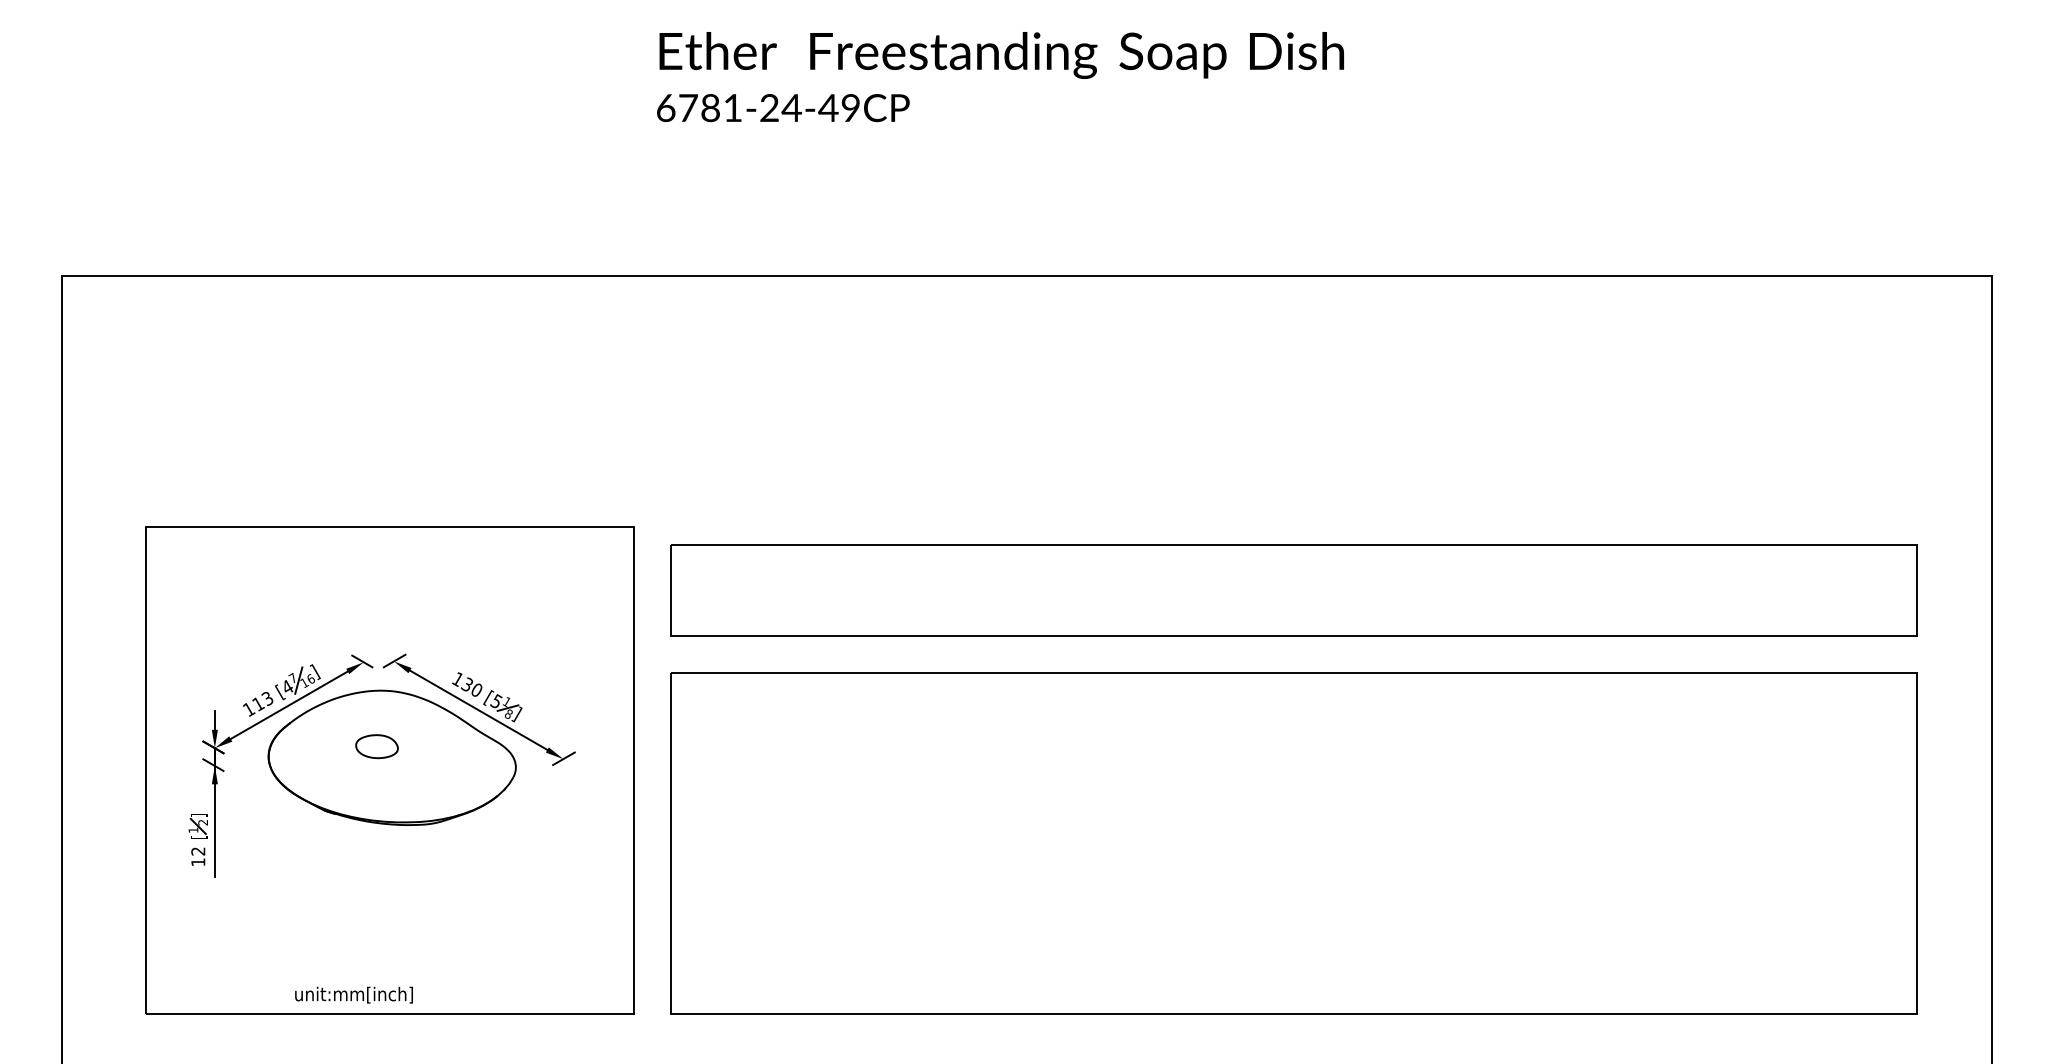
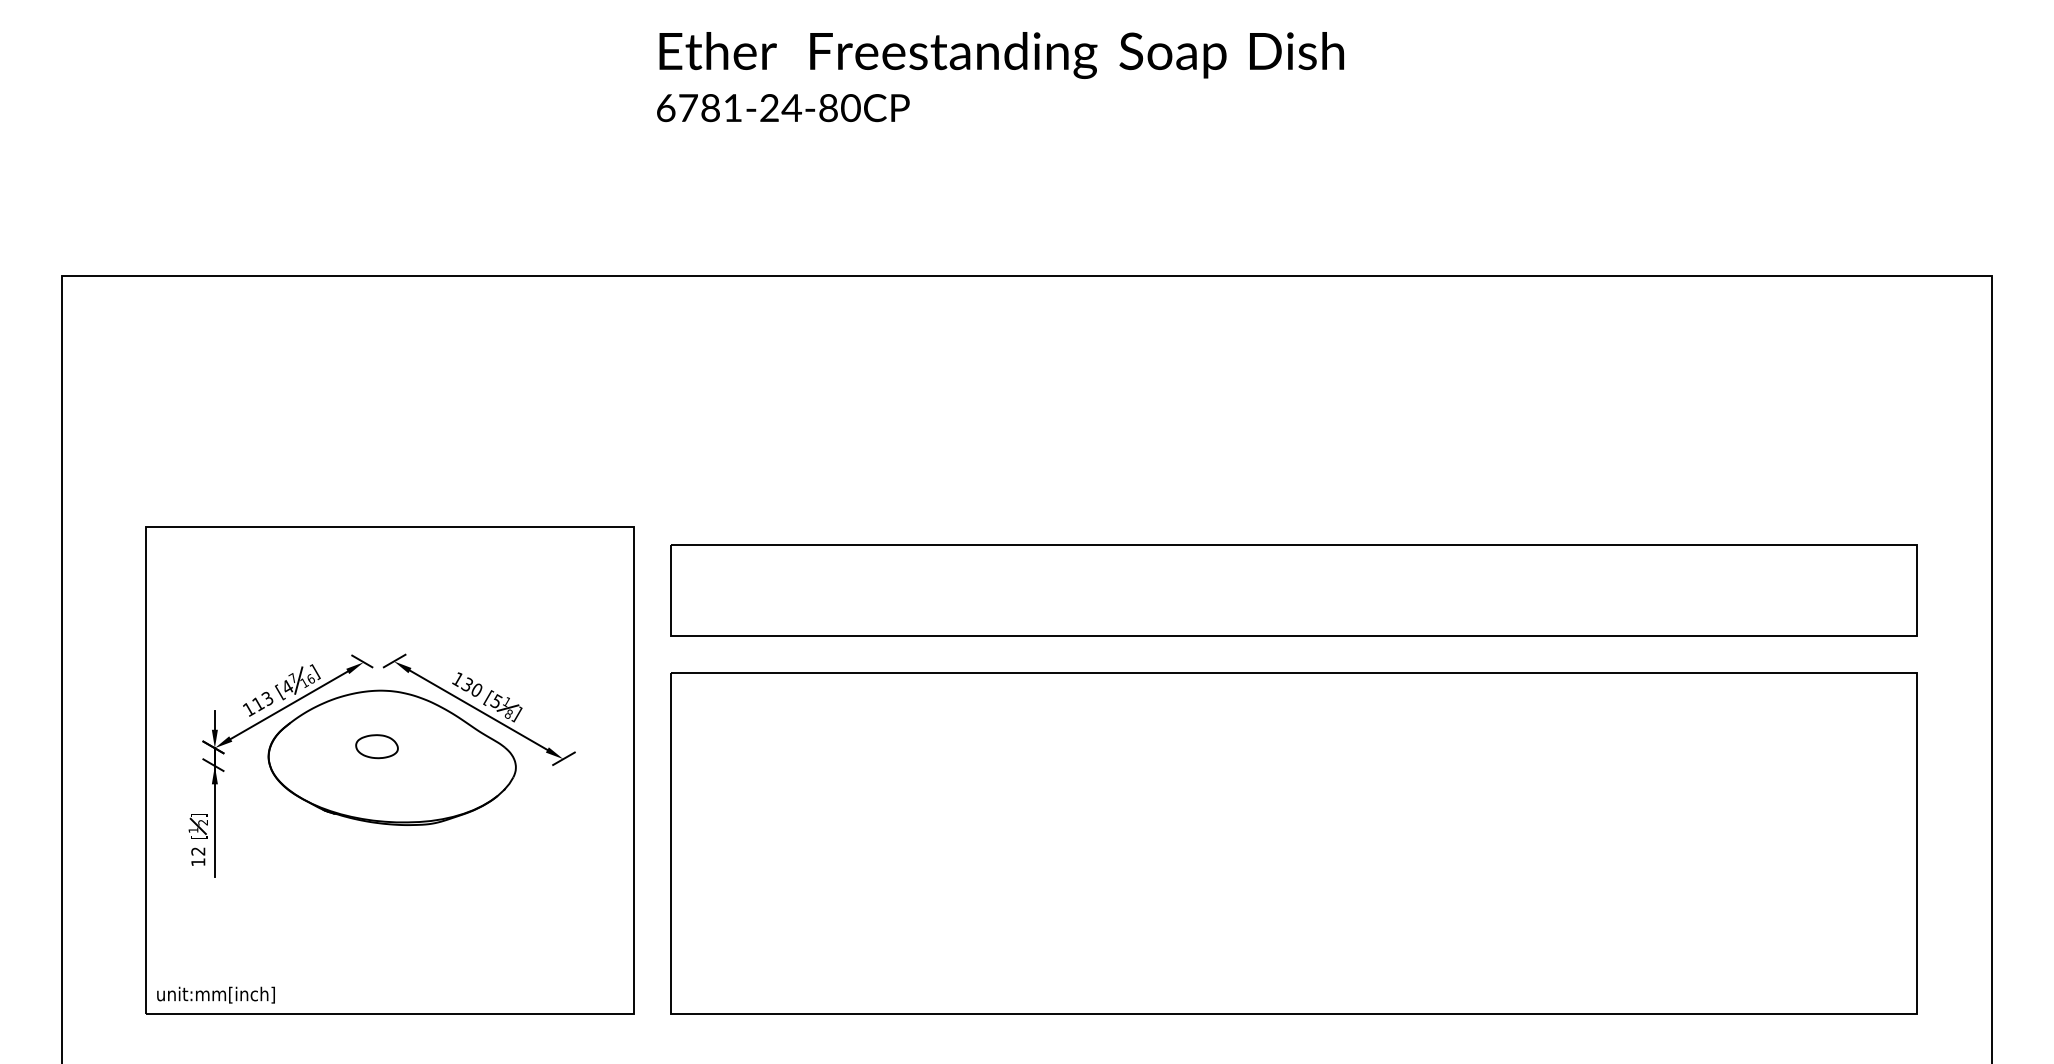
text at (839, 108): 6781-24-49CP -> 6781-24-80CP
text at (353, 994) position: (353, 994) -> (215, 994)
